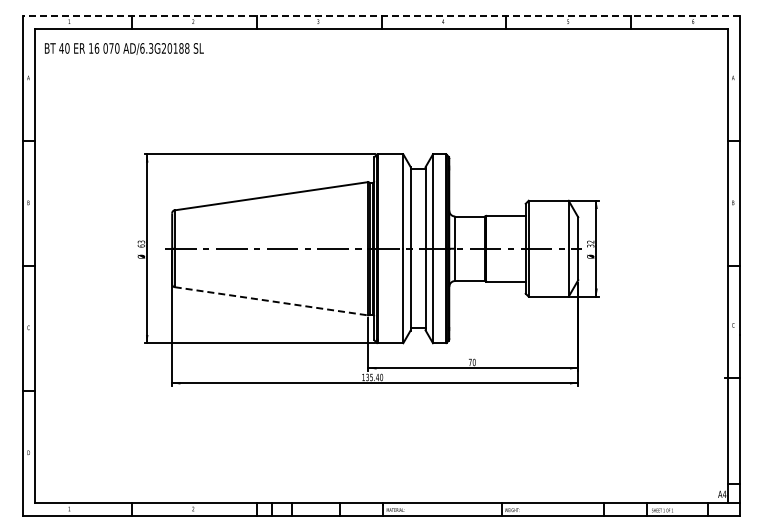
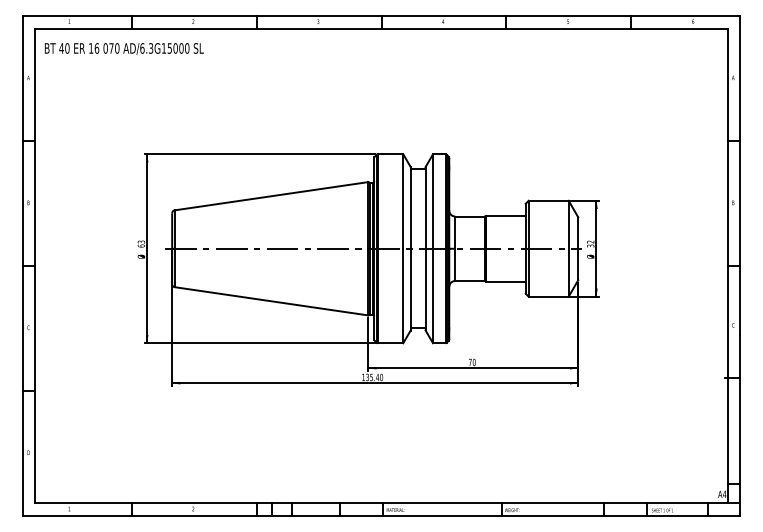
line at (381, 16): dashed -> solid
text at (175, 48): AD/6.3G20188 -> AD/6.3G15000
line at (271, 301): dashed -> solid
